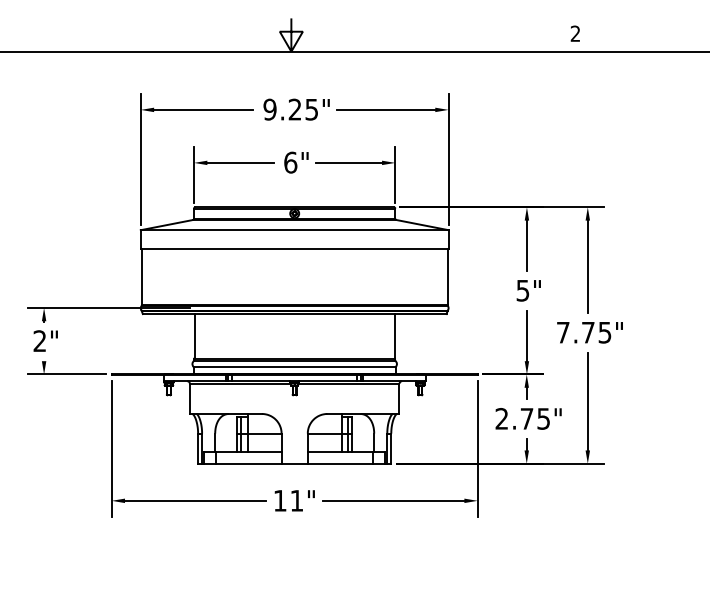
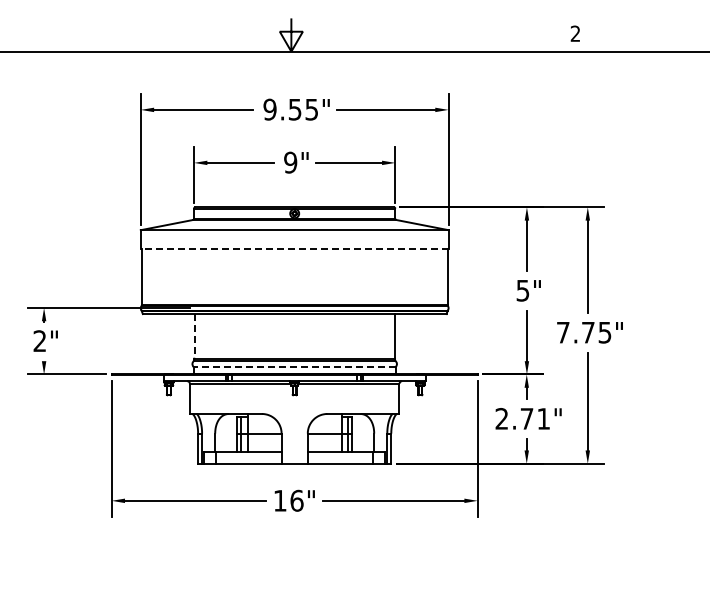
text at (294, 109): 9.25" -> 9.55"
text at (290, 162): 6" -> 9"
line at (294, 248): solid -> dashed
line at (194, 336): solid -> dashed
line at (294, 367): solid -> dashed
text at (543, 418): 2.75" -> 2.71"
text at (296, 500): 11" -> 16"
